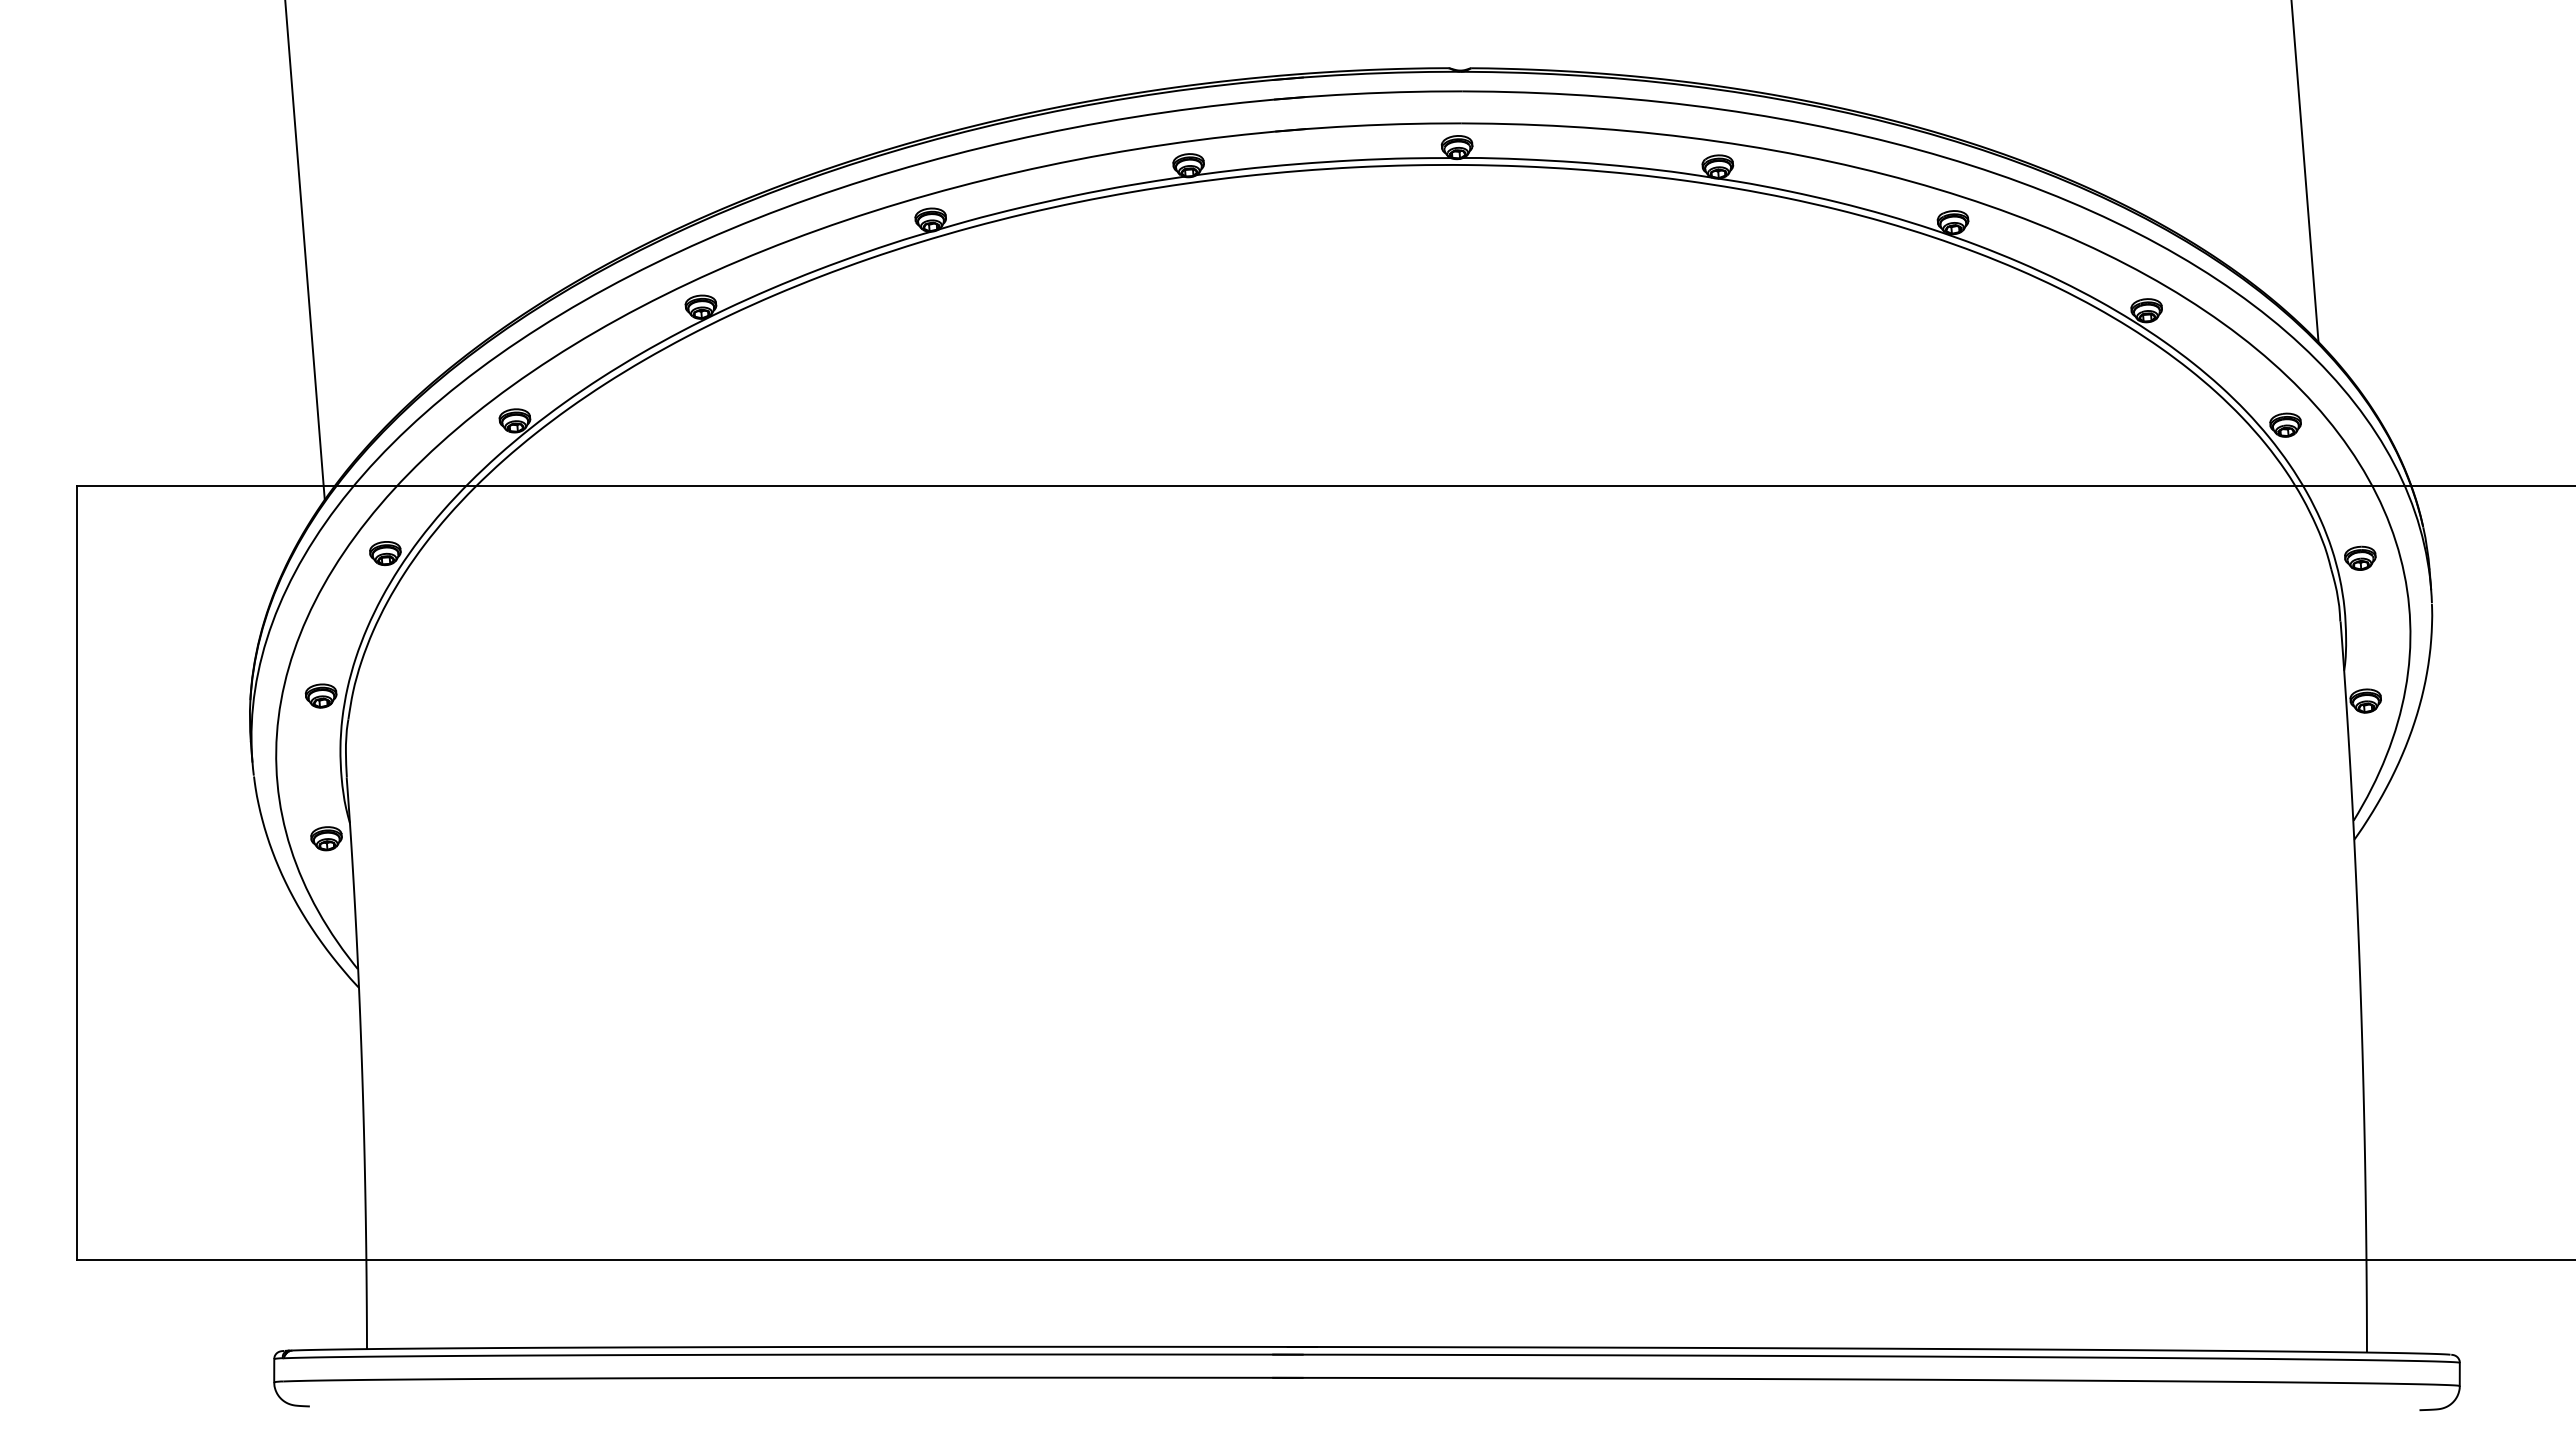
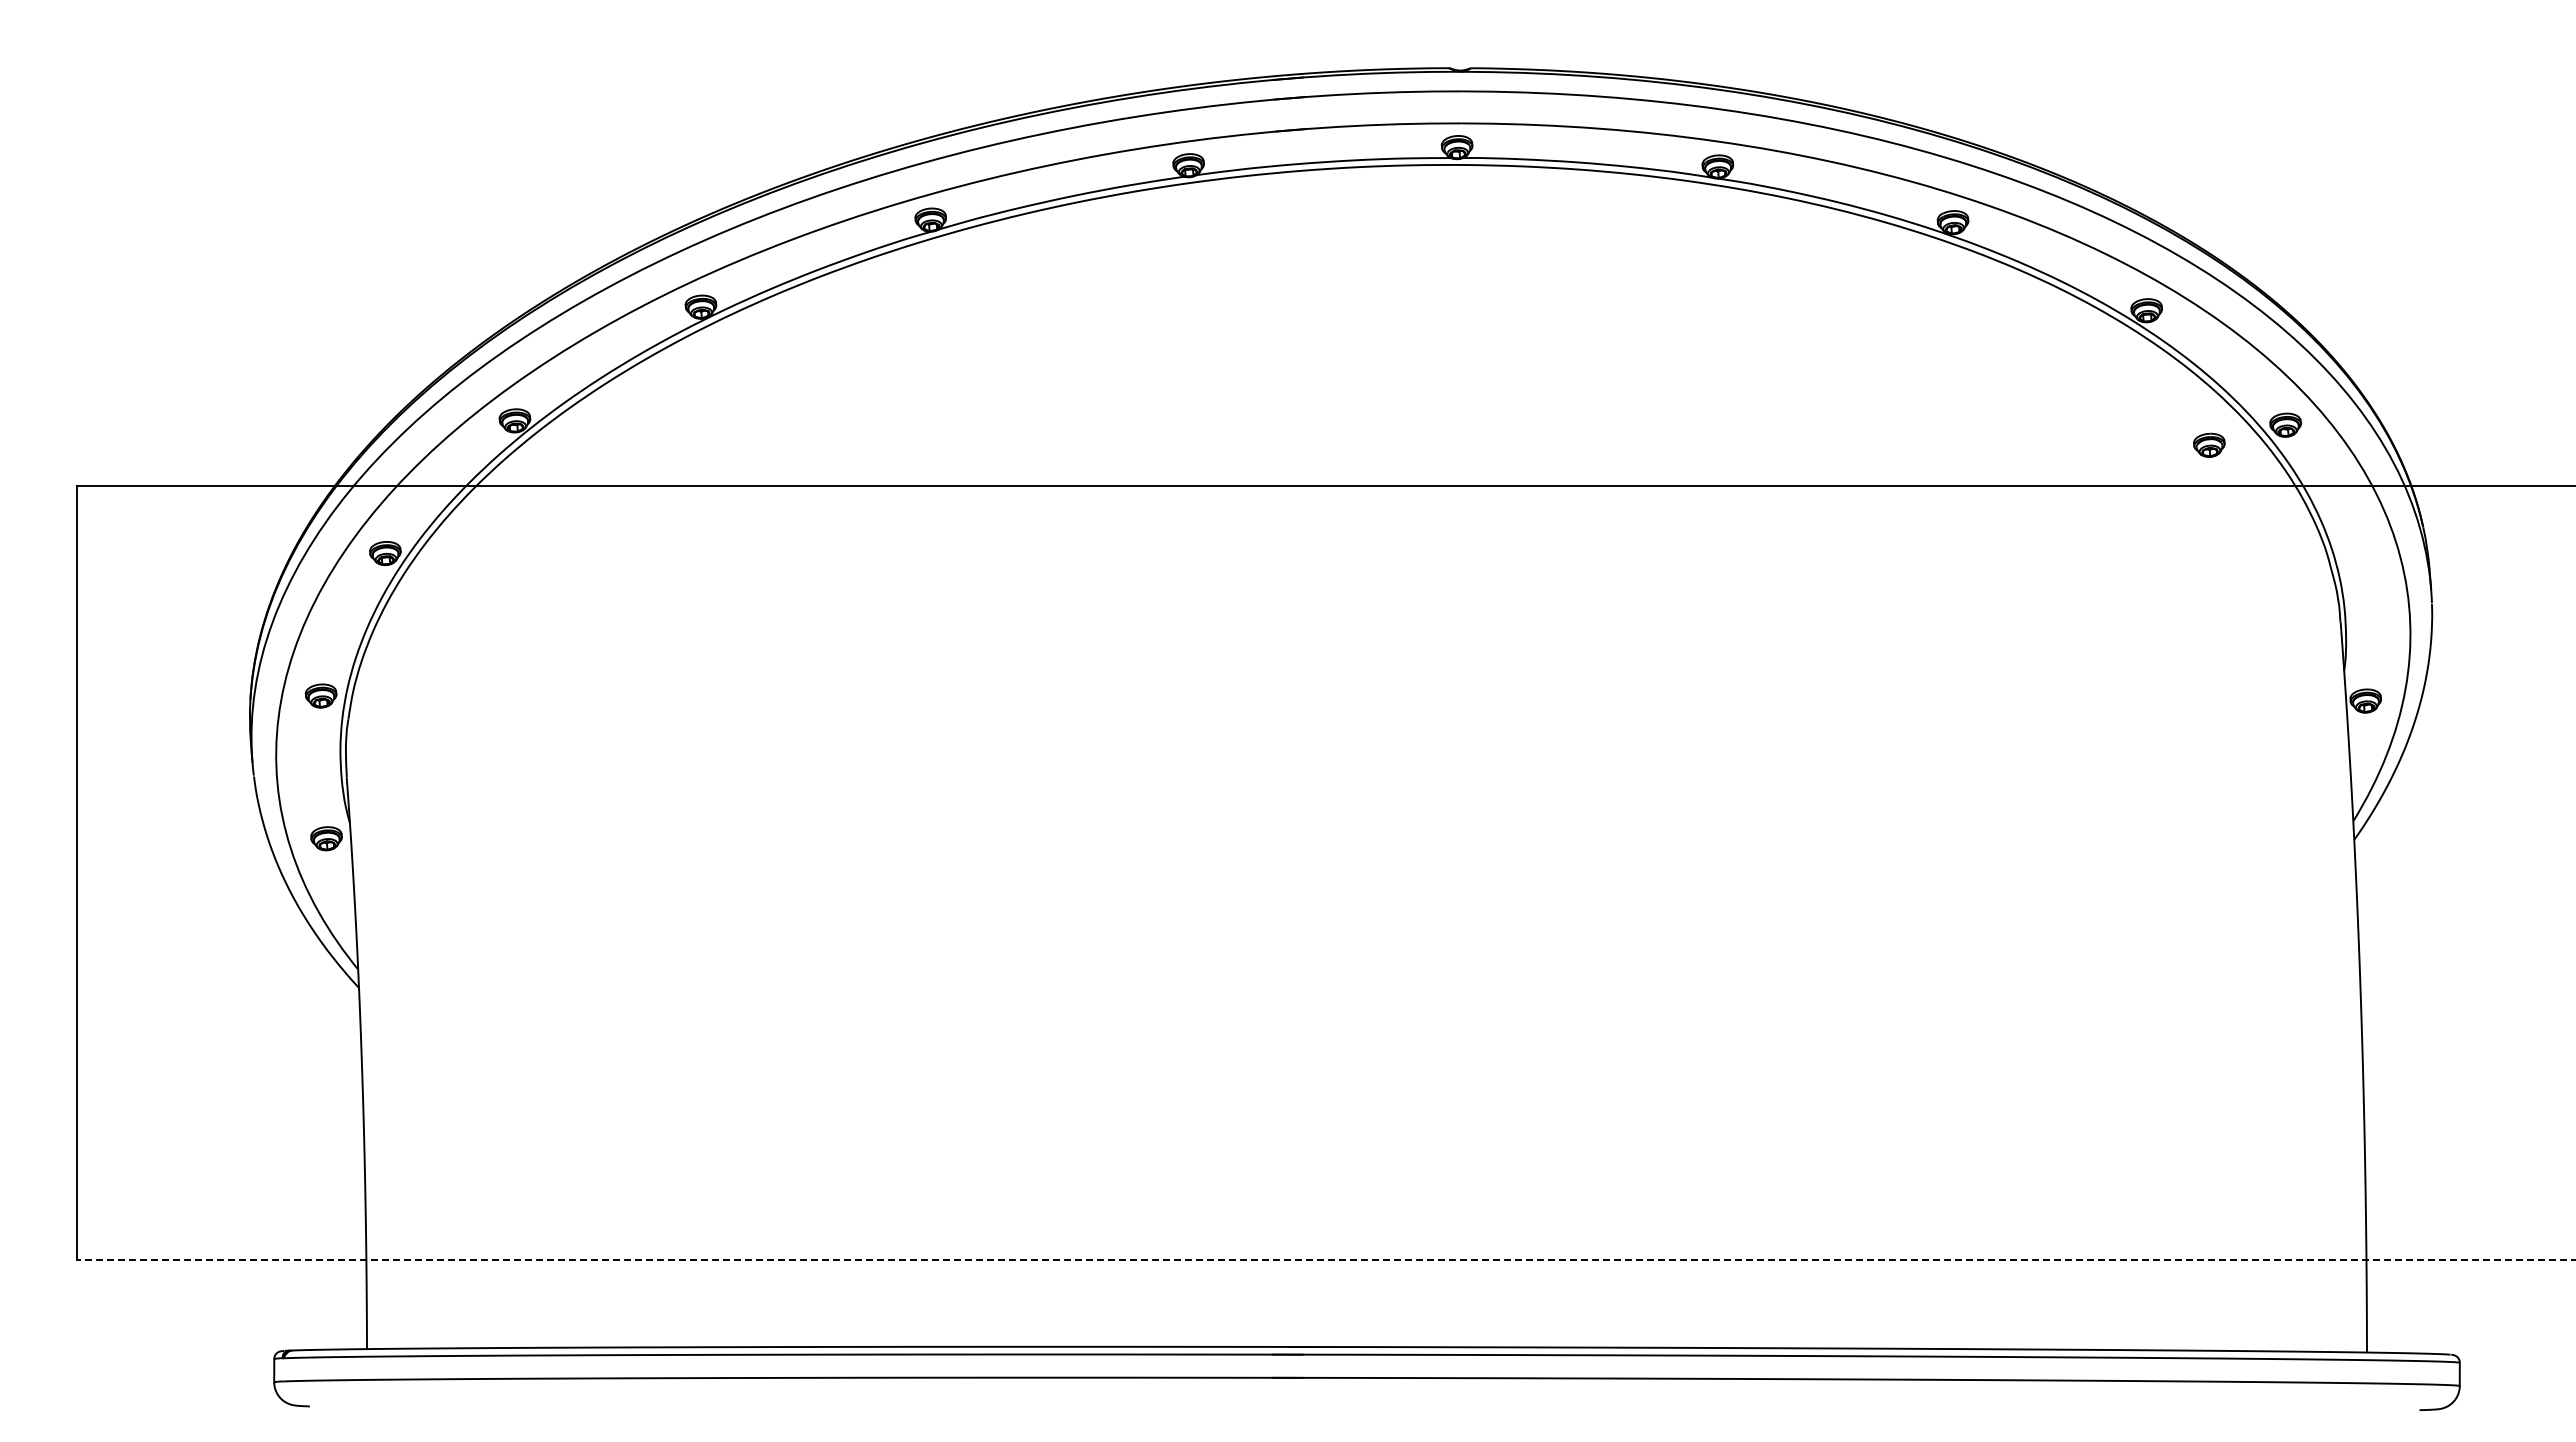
line at (2304, 172): present -> none
line at (304, 250): present -> none
part at (2360, 557) position: (2360, 557) -> (2209, 444)
line at (1325, 1259): solid -> dashed
